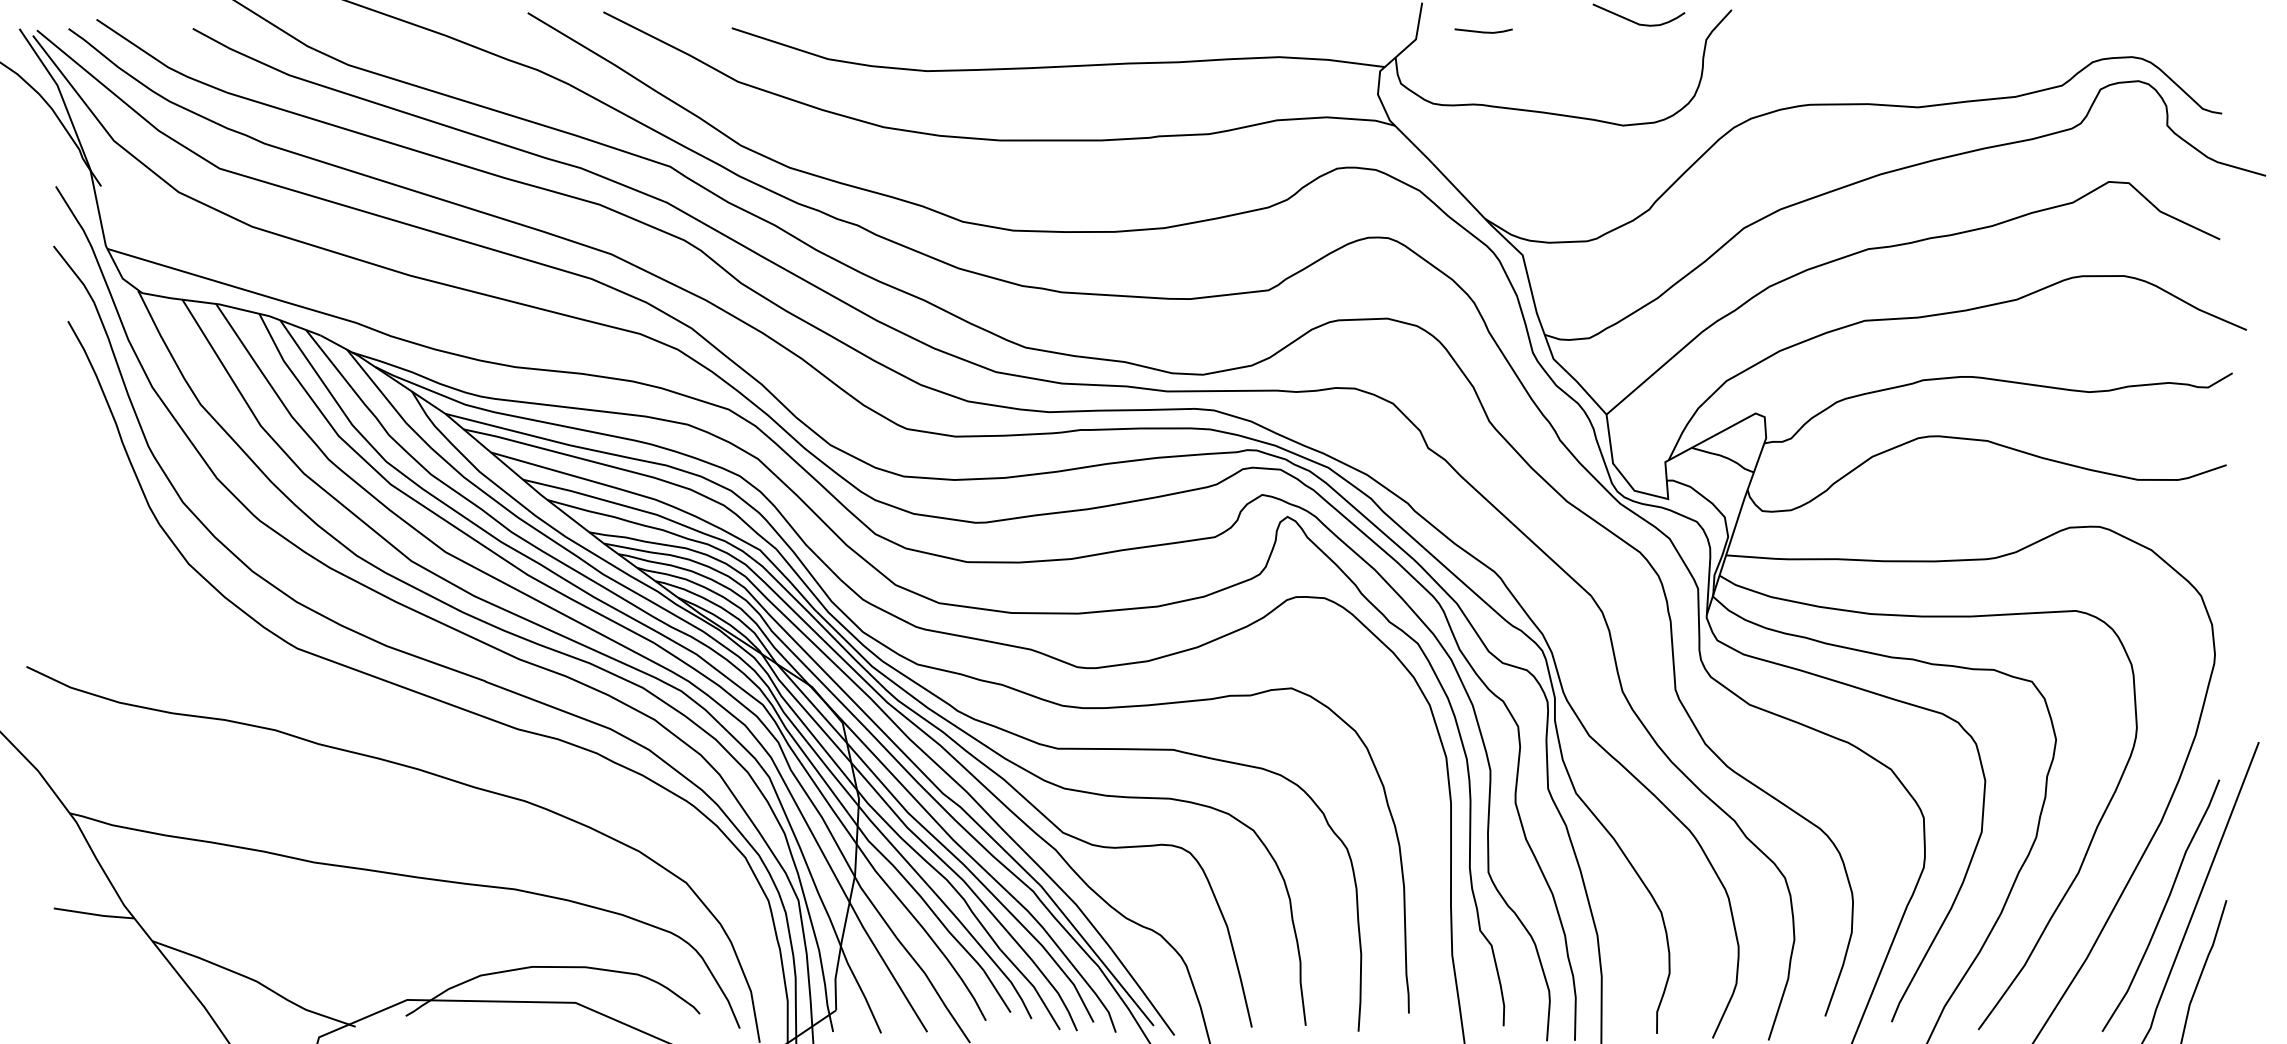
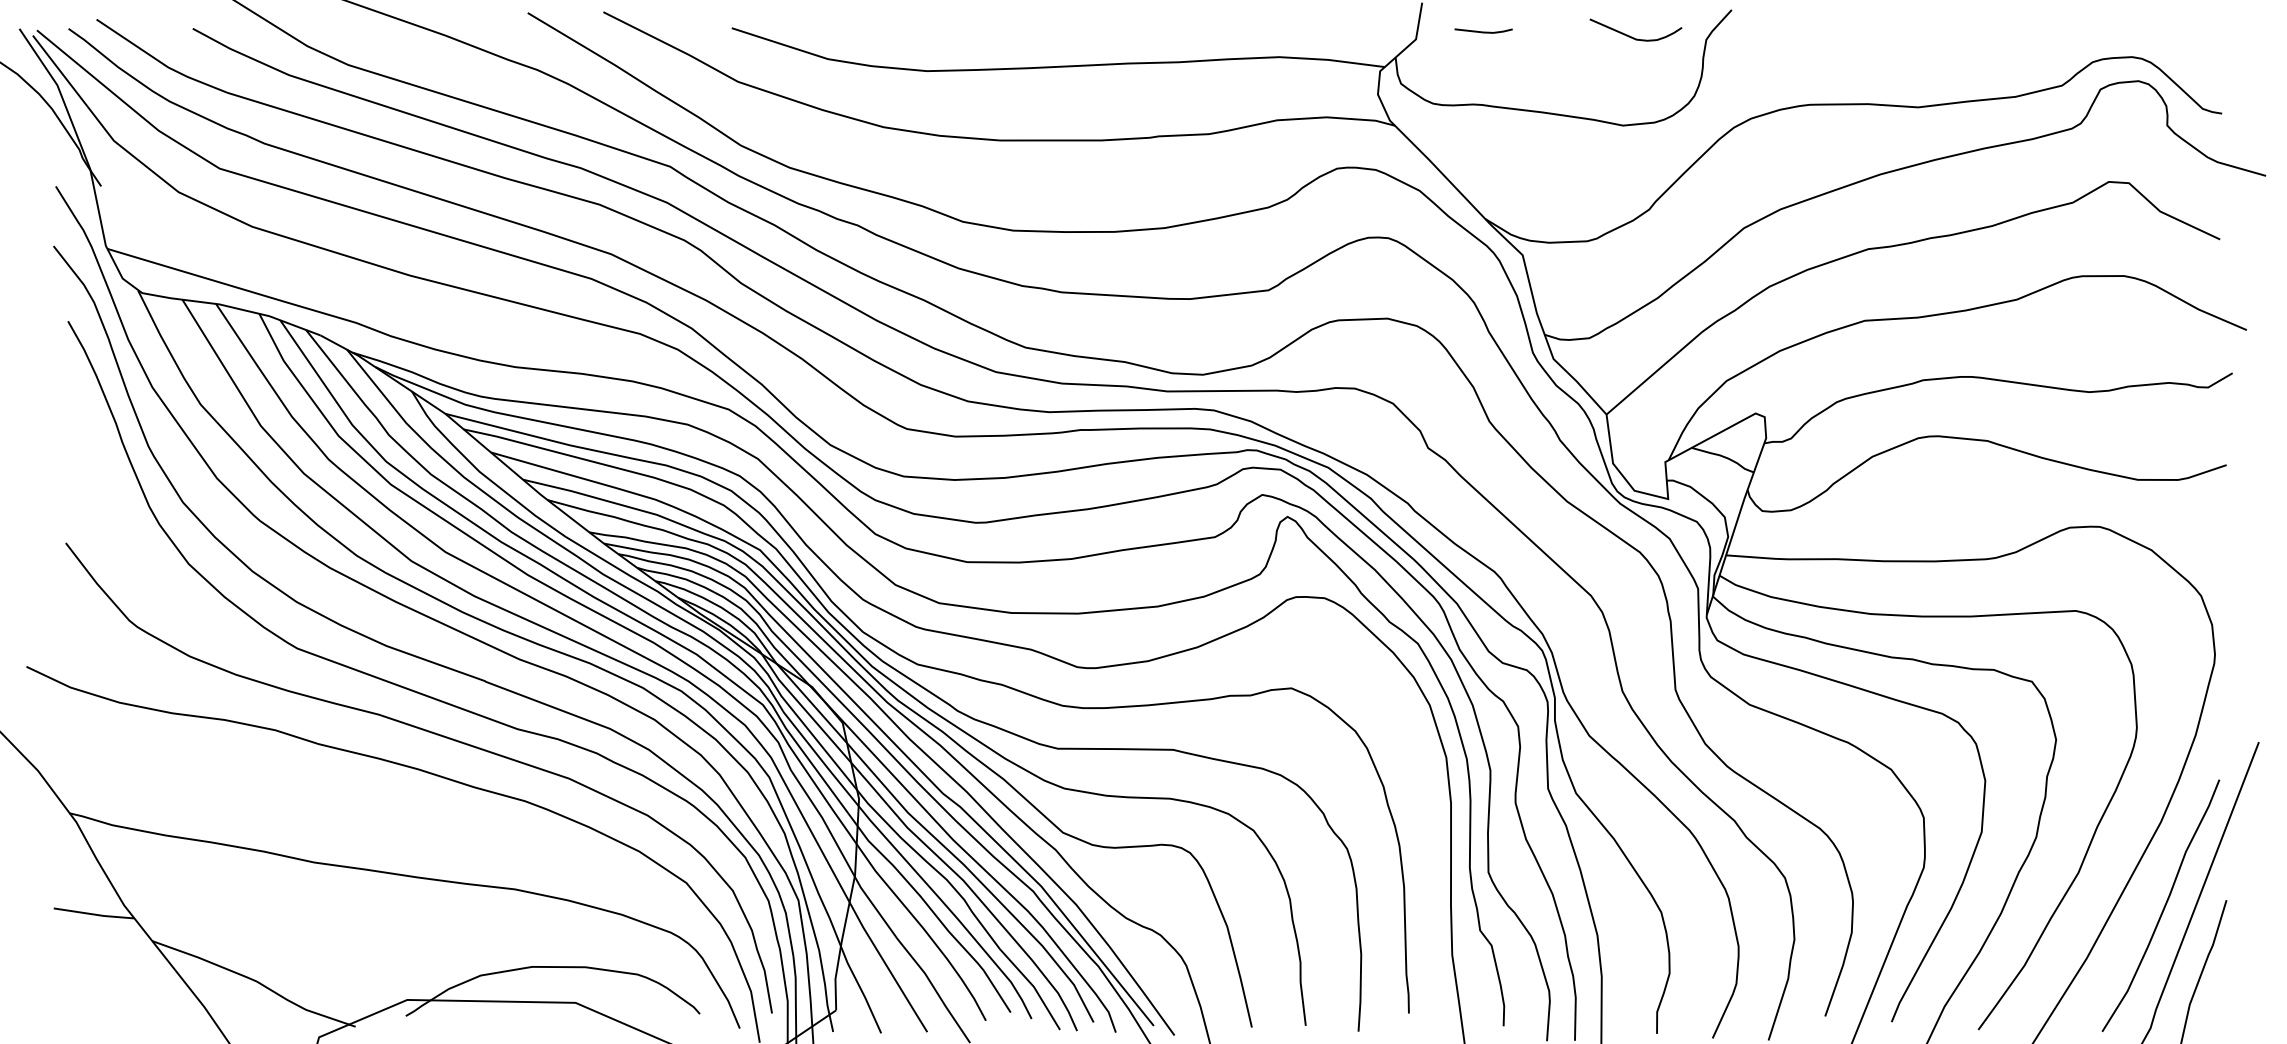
curve at (1635, 21) position: (1635, 21) -> (1632, 36)
curve at (431, 733): none -> present
